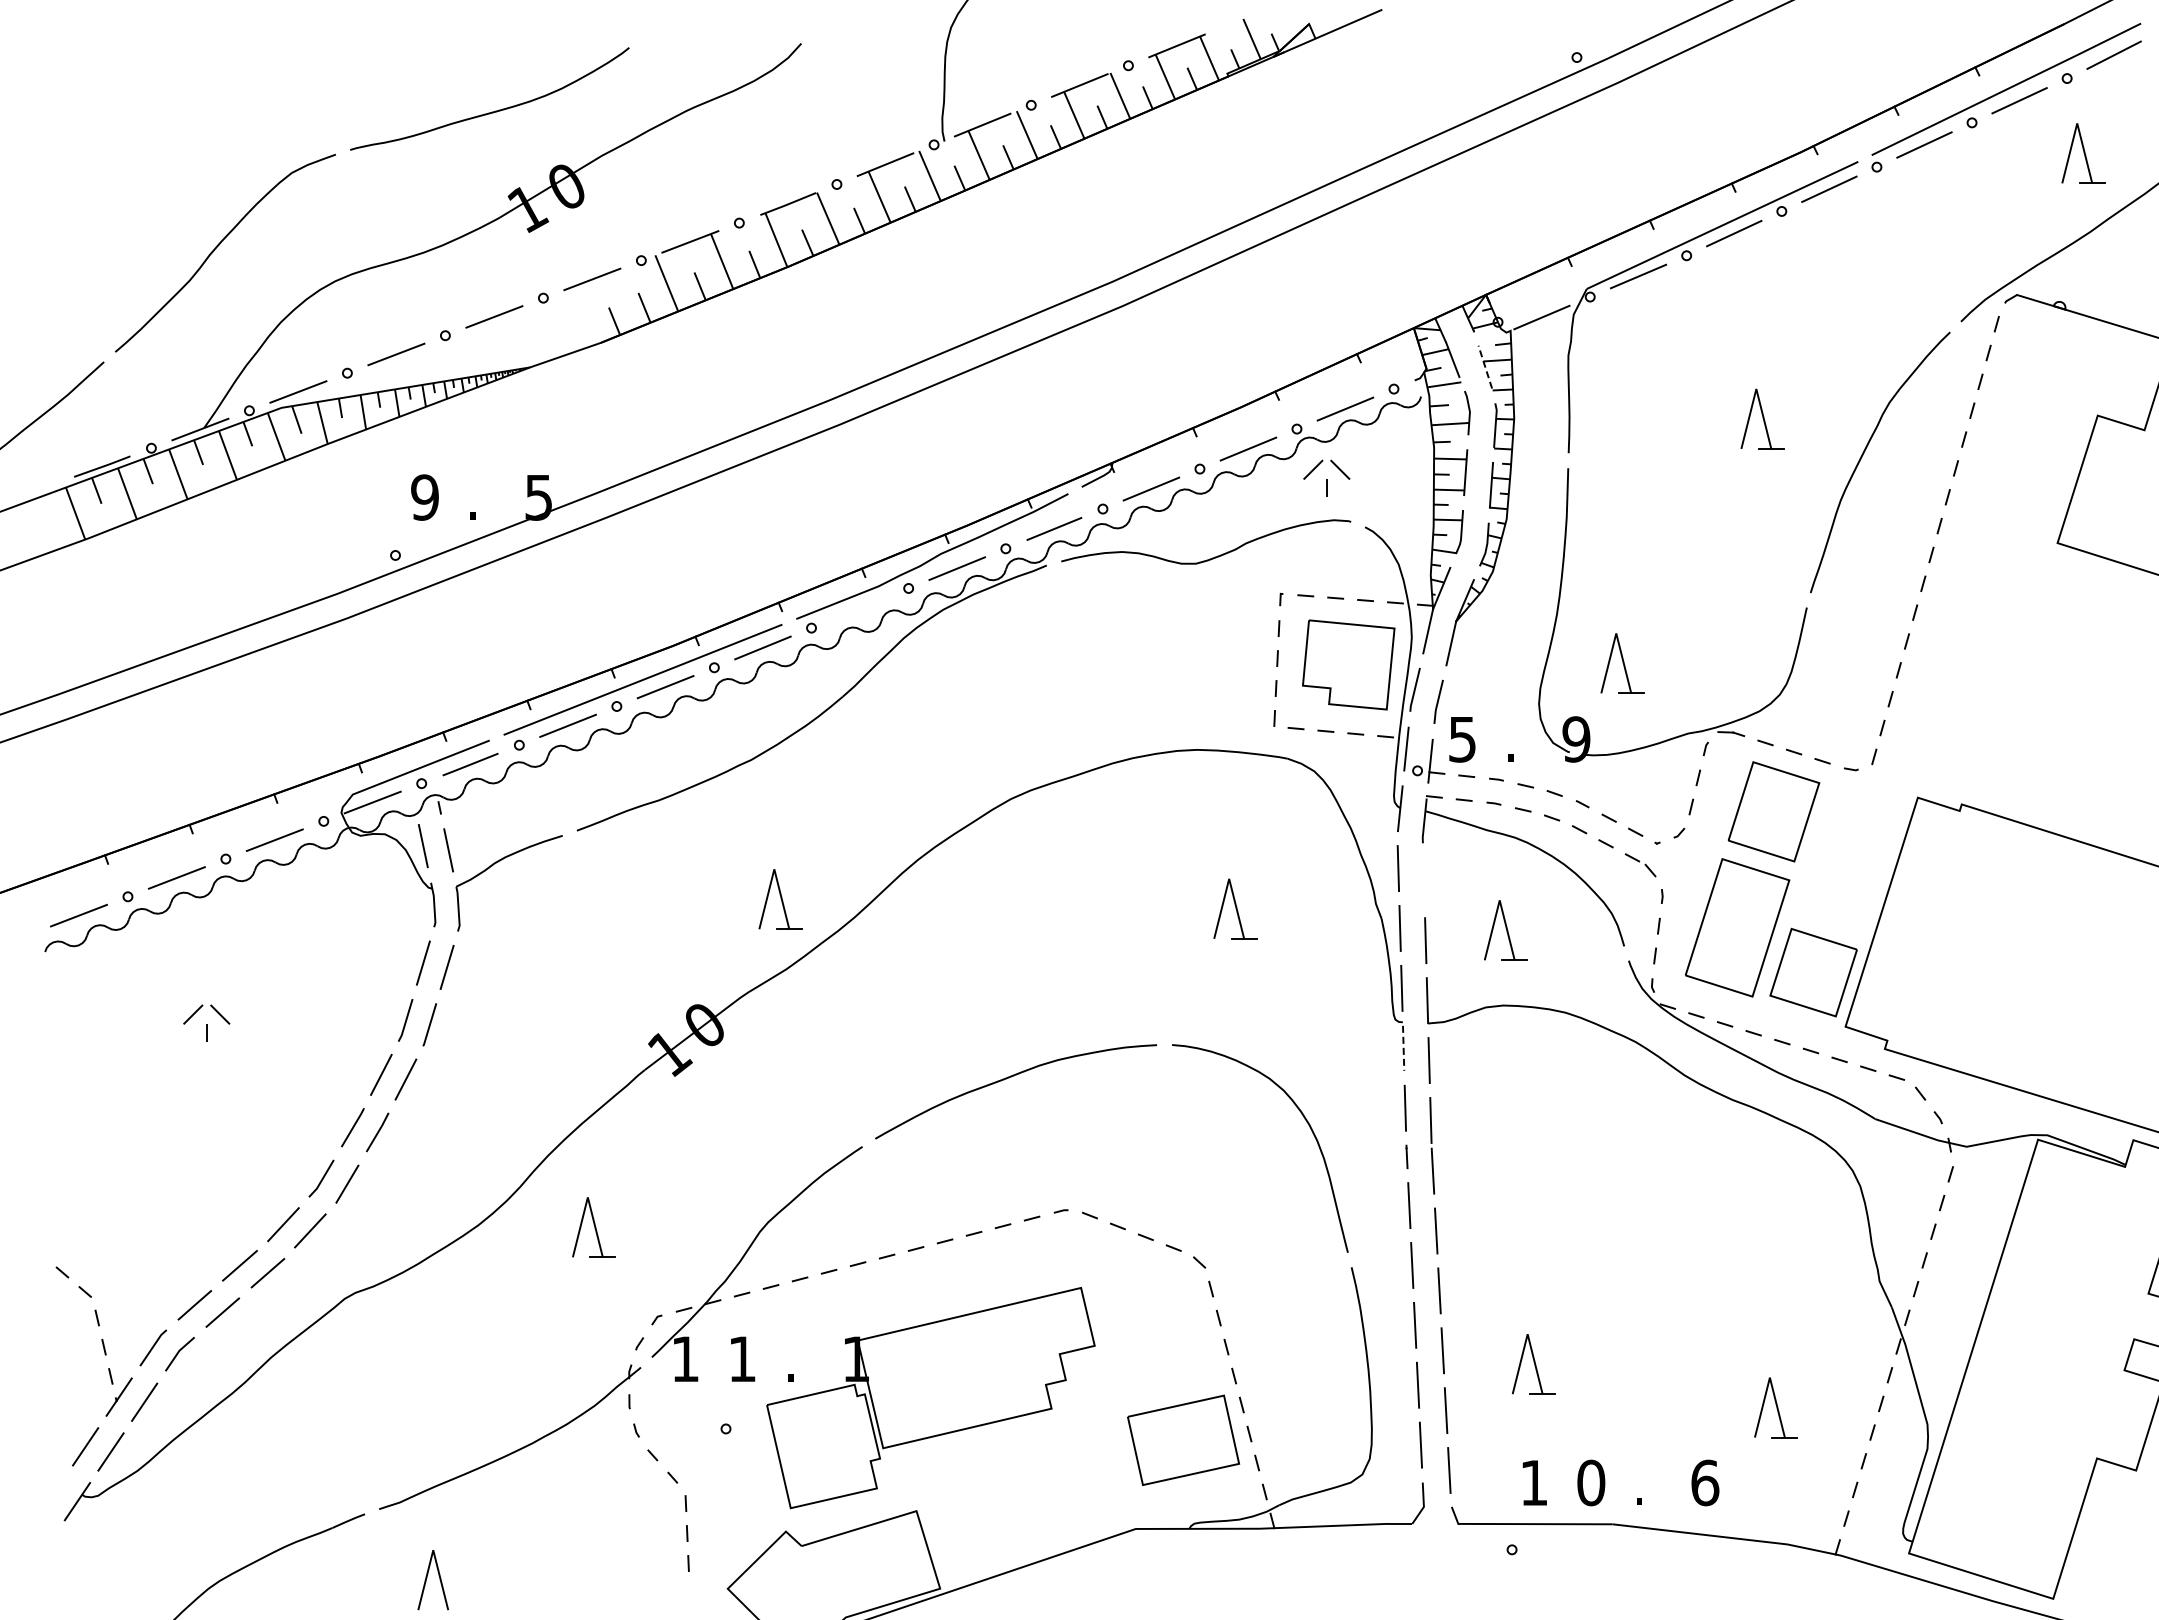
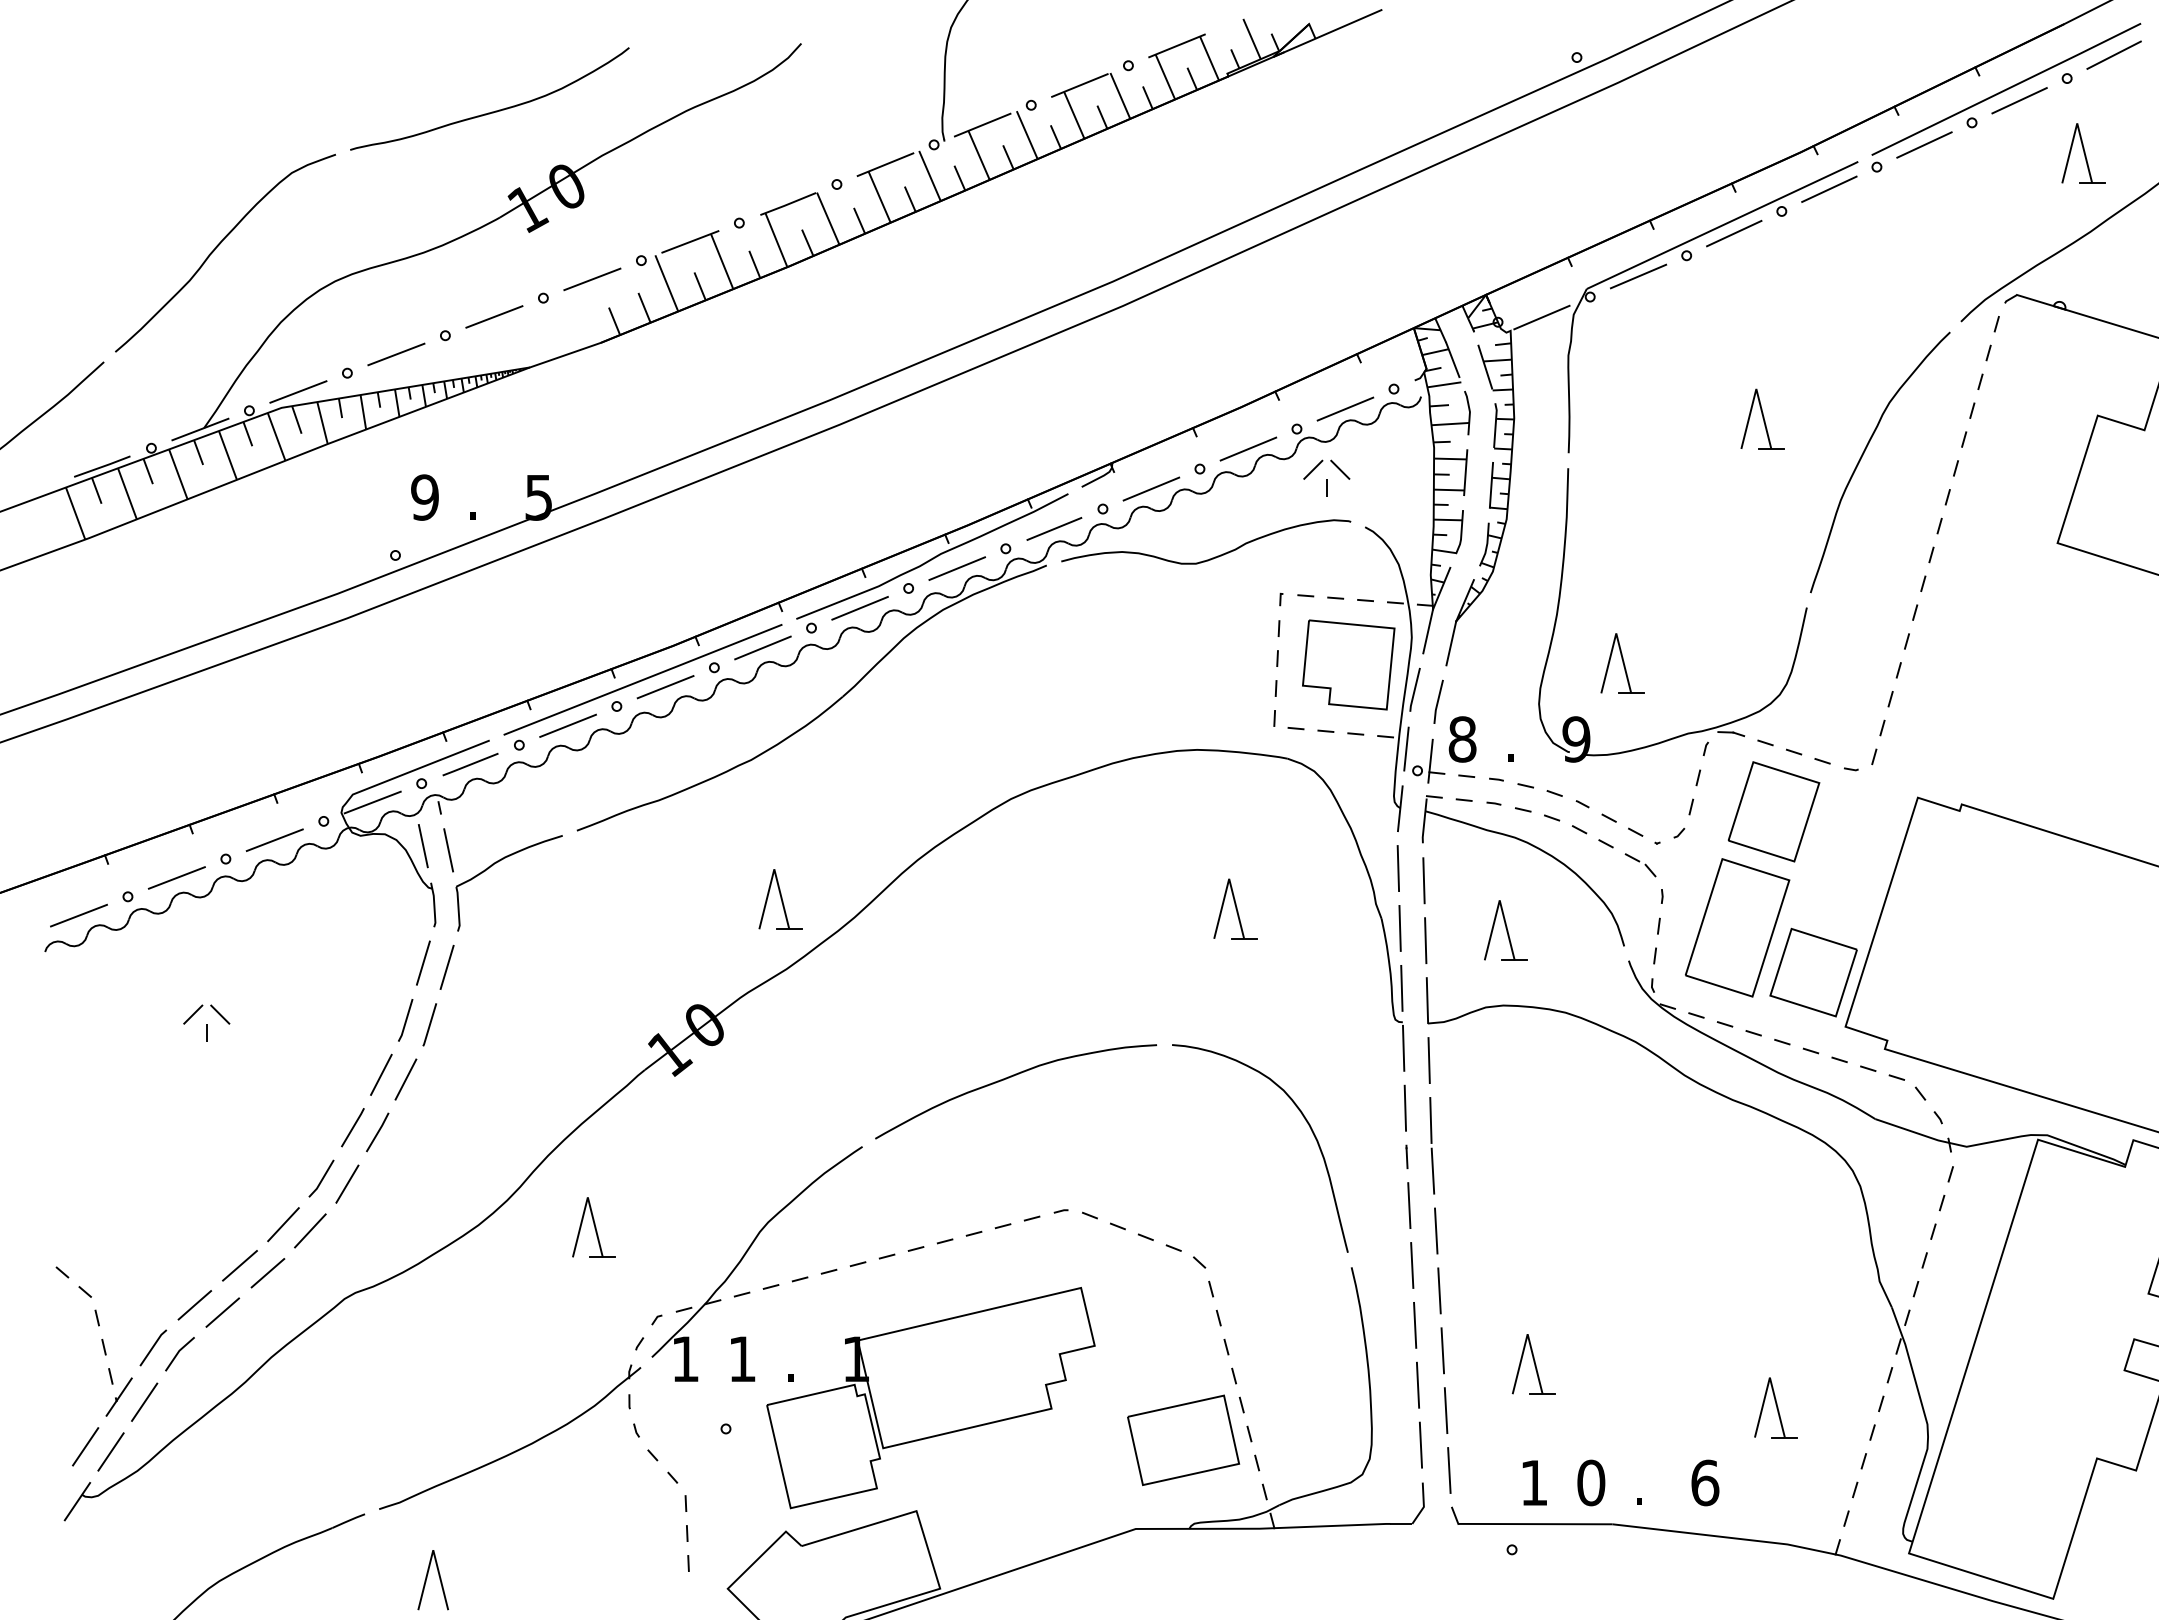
line at (1485, 366): dashed -> solid
line at (859, 607): none -> present
text at (1462, 739): 5 -> 8
line at (1423, 880): none -> present
line at (1403, 1048): dashed -> solid
